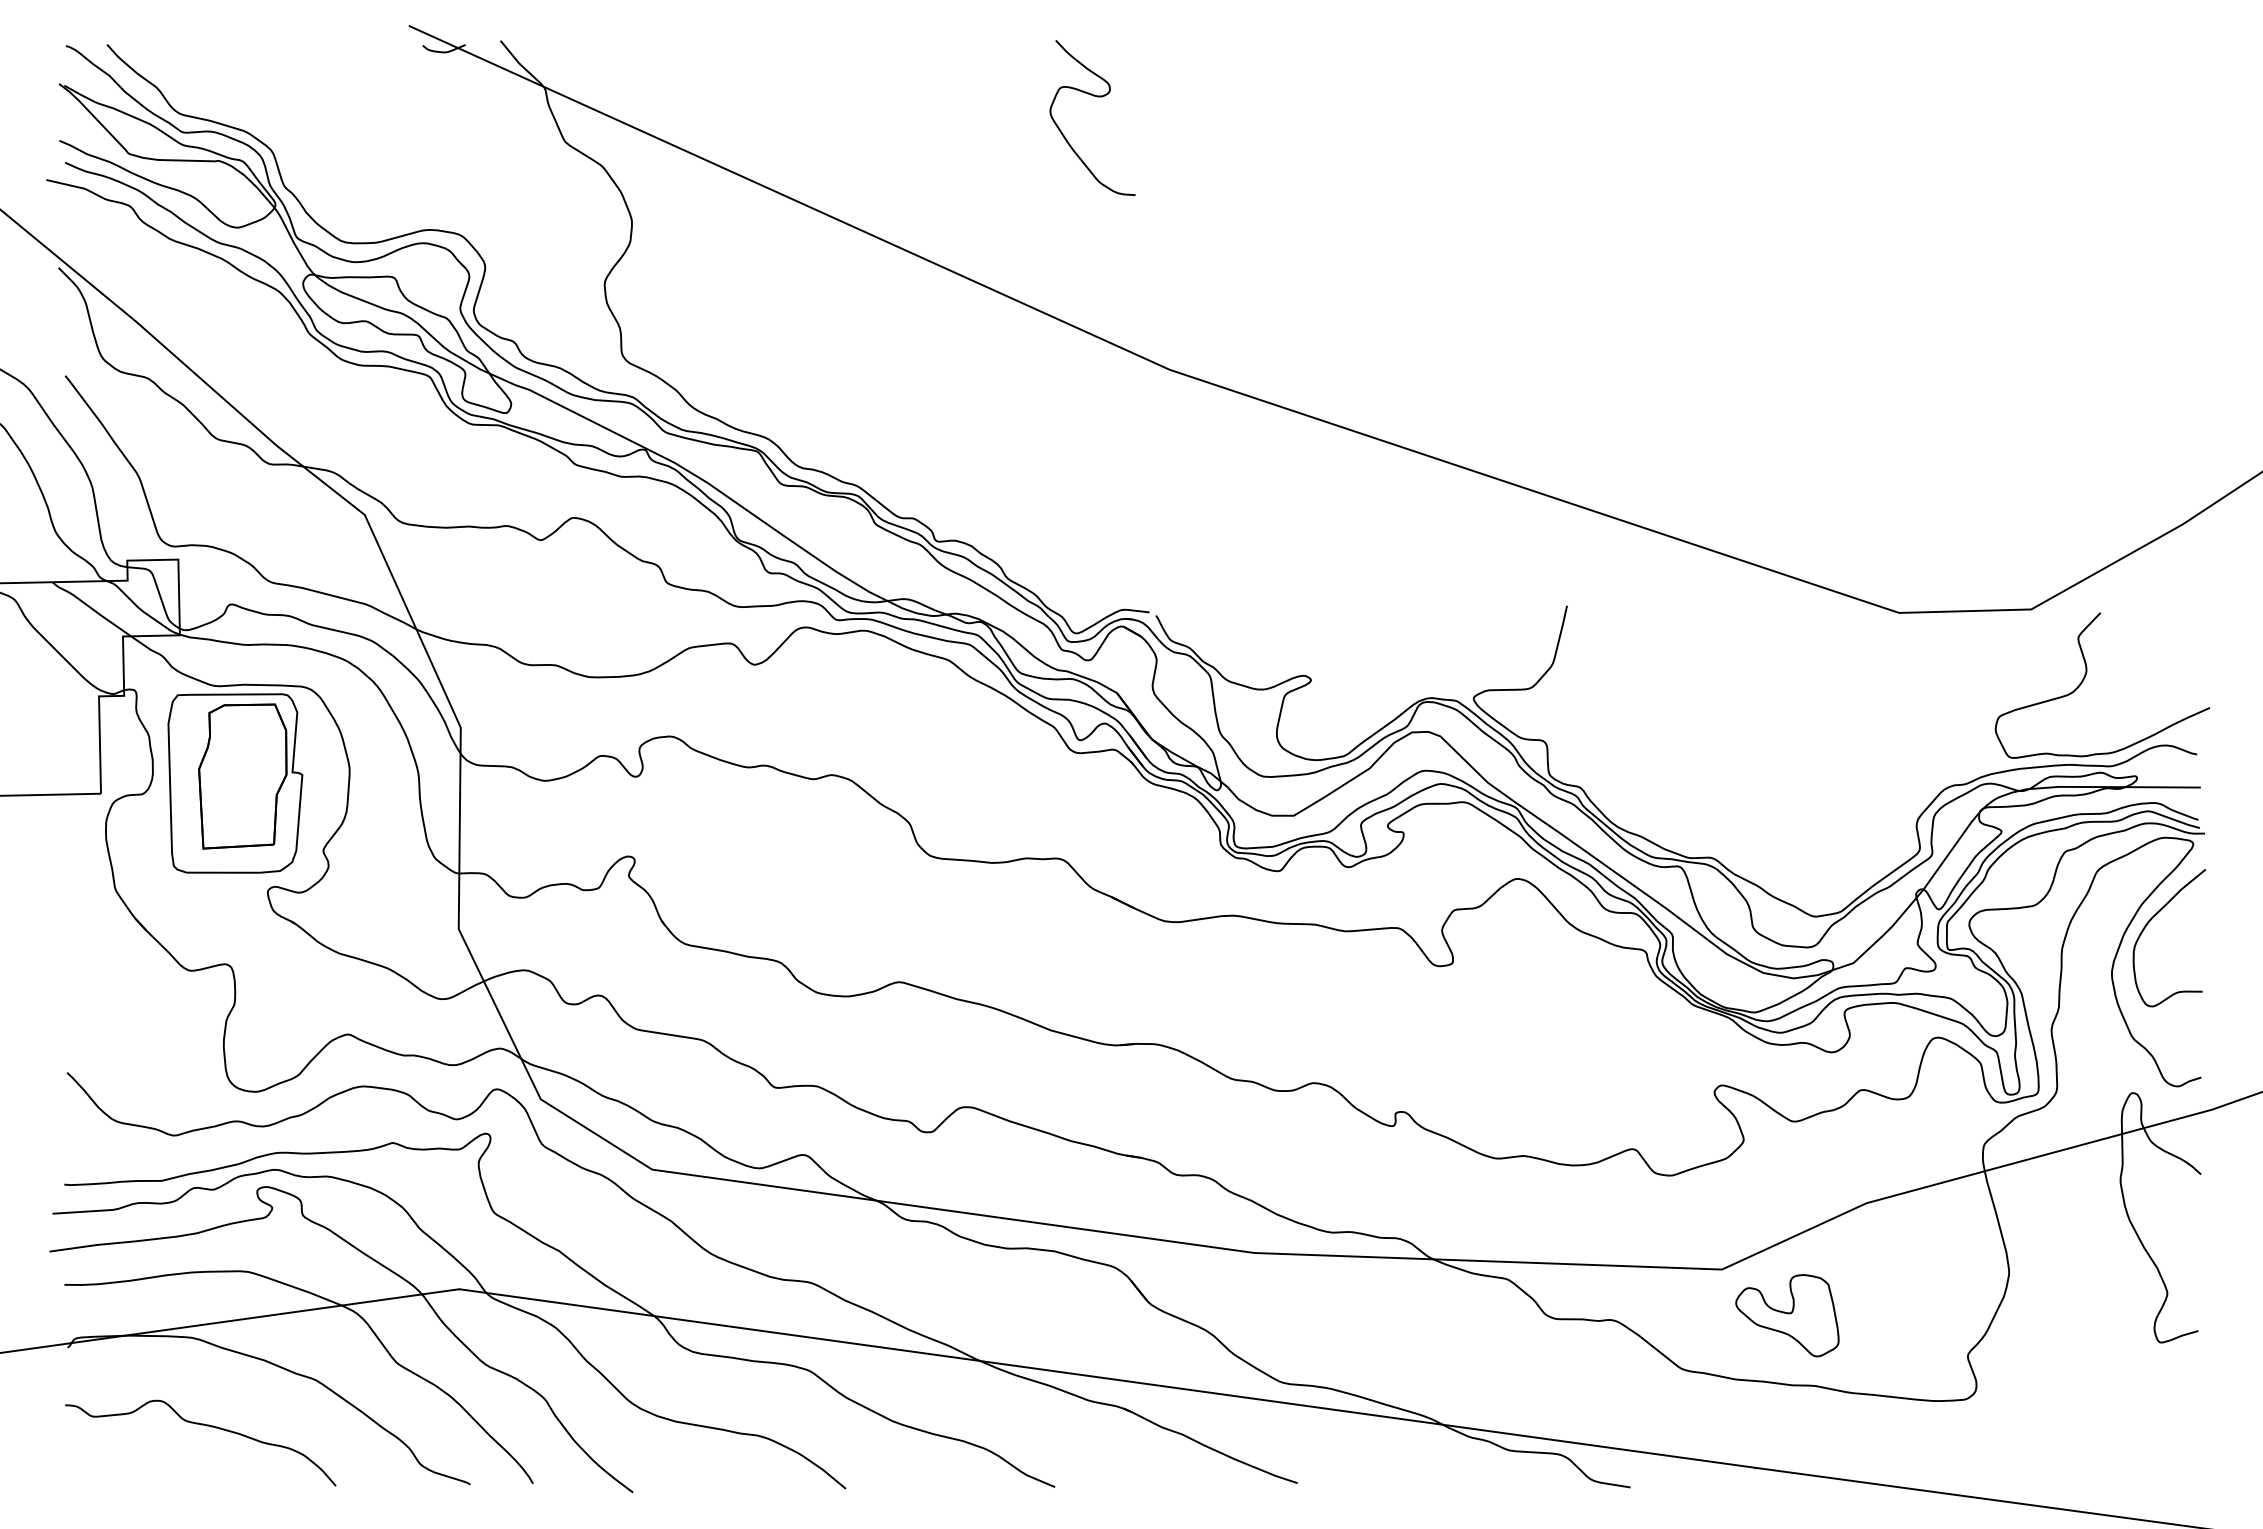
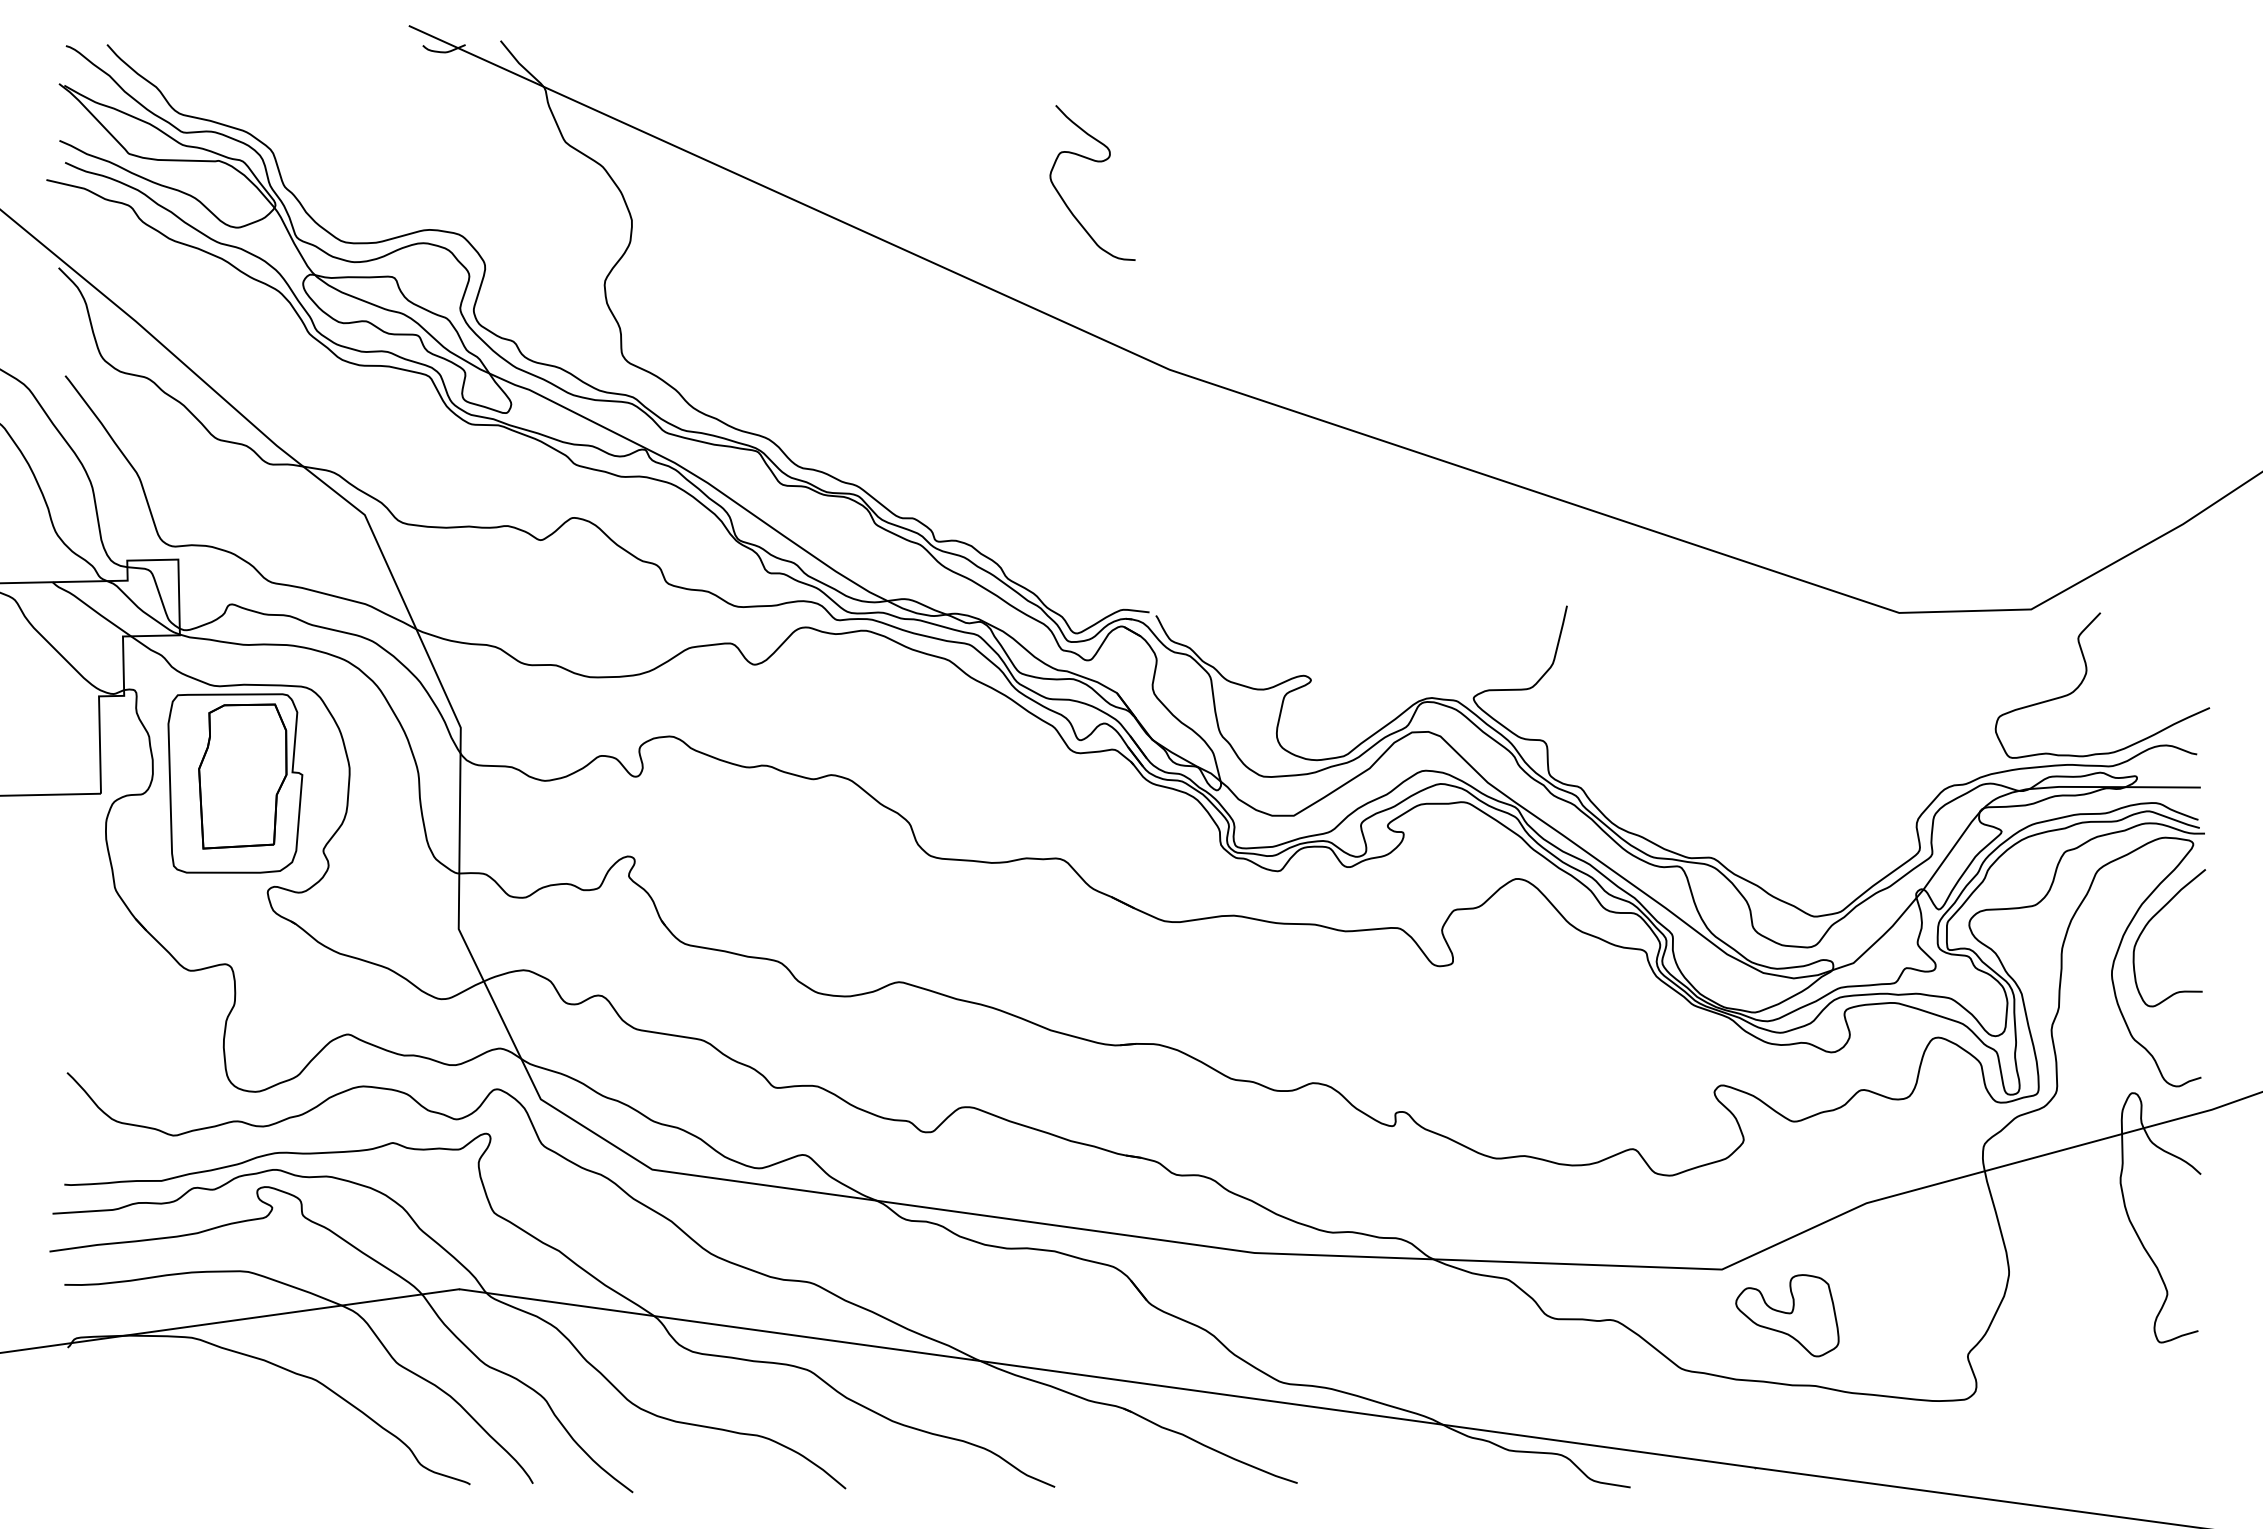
curve at (1096, 97) position: (1096, 97) -> (1096, 162)
curve at (201, 1425): present -> none
